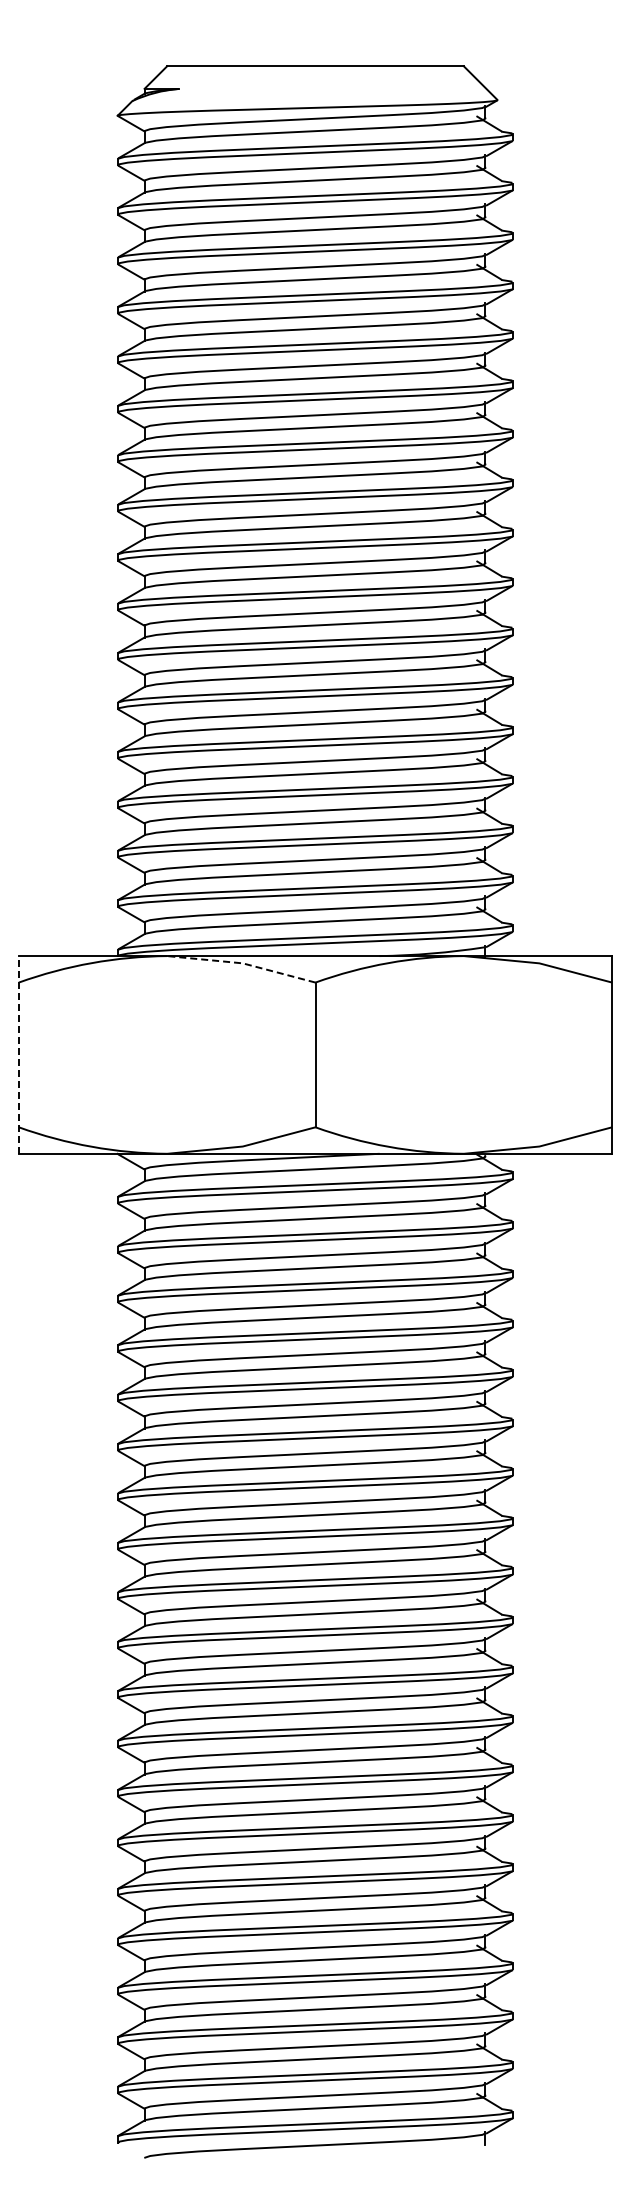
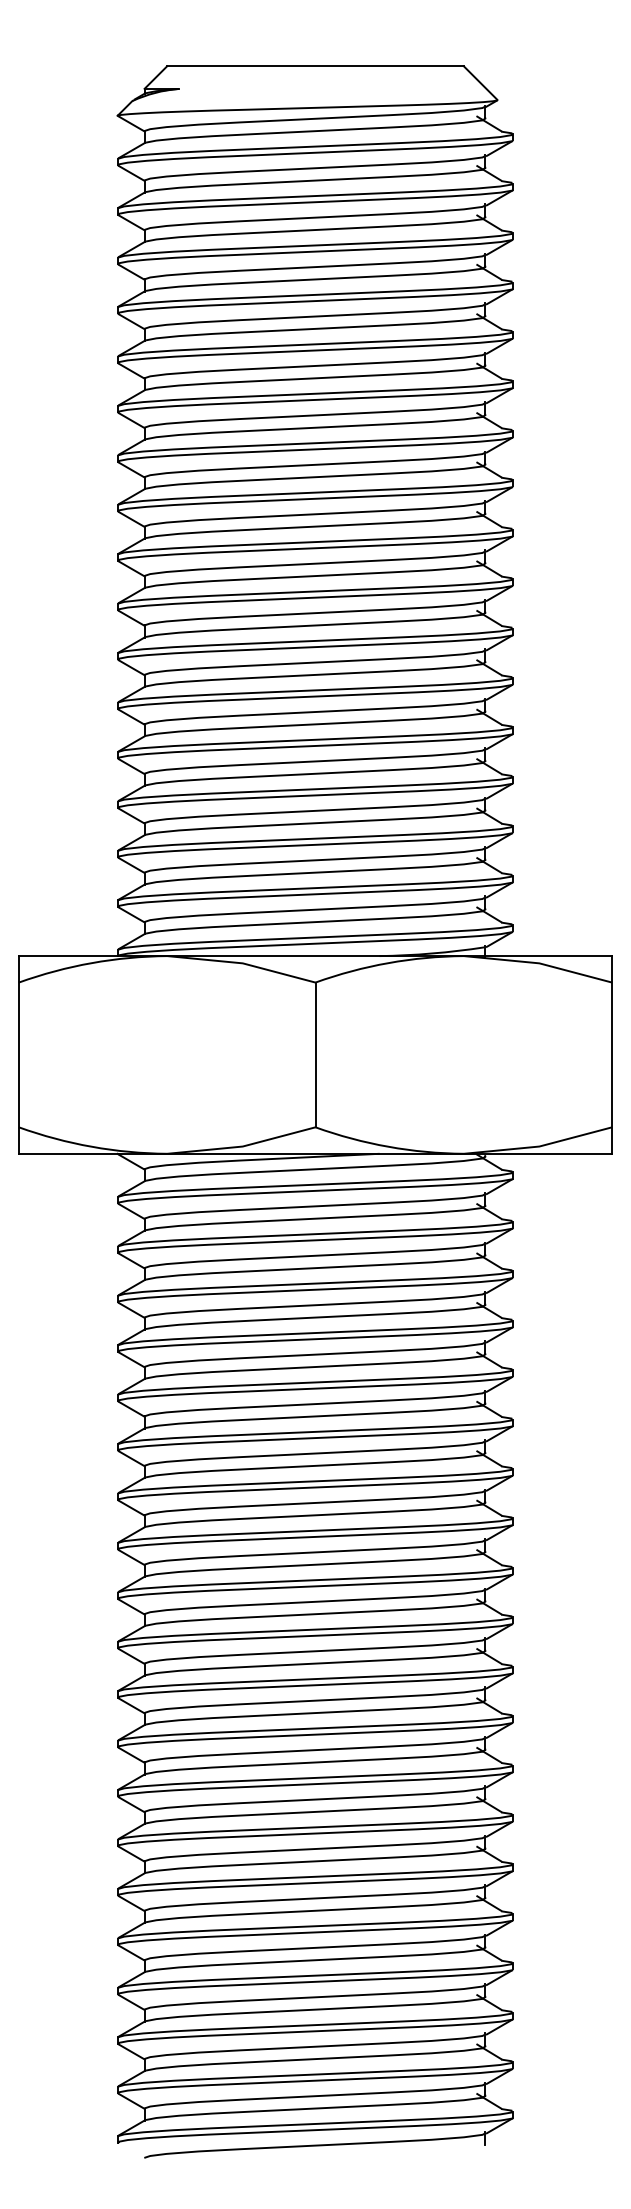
line at (242, 963): dashed -> solid
line at (18, 1054): dashed -> solid
